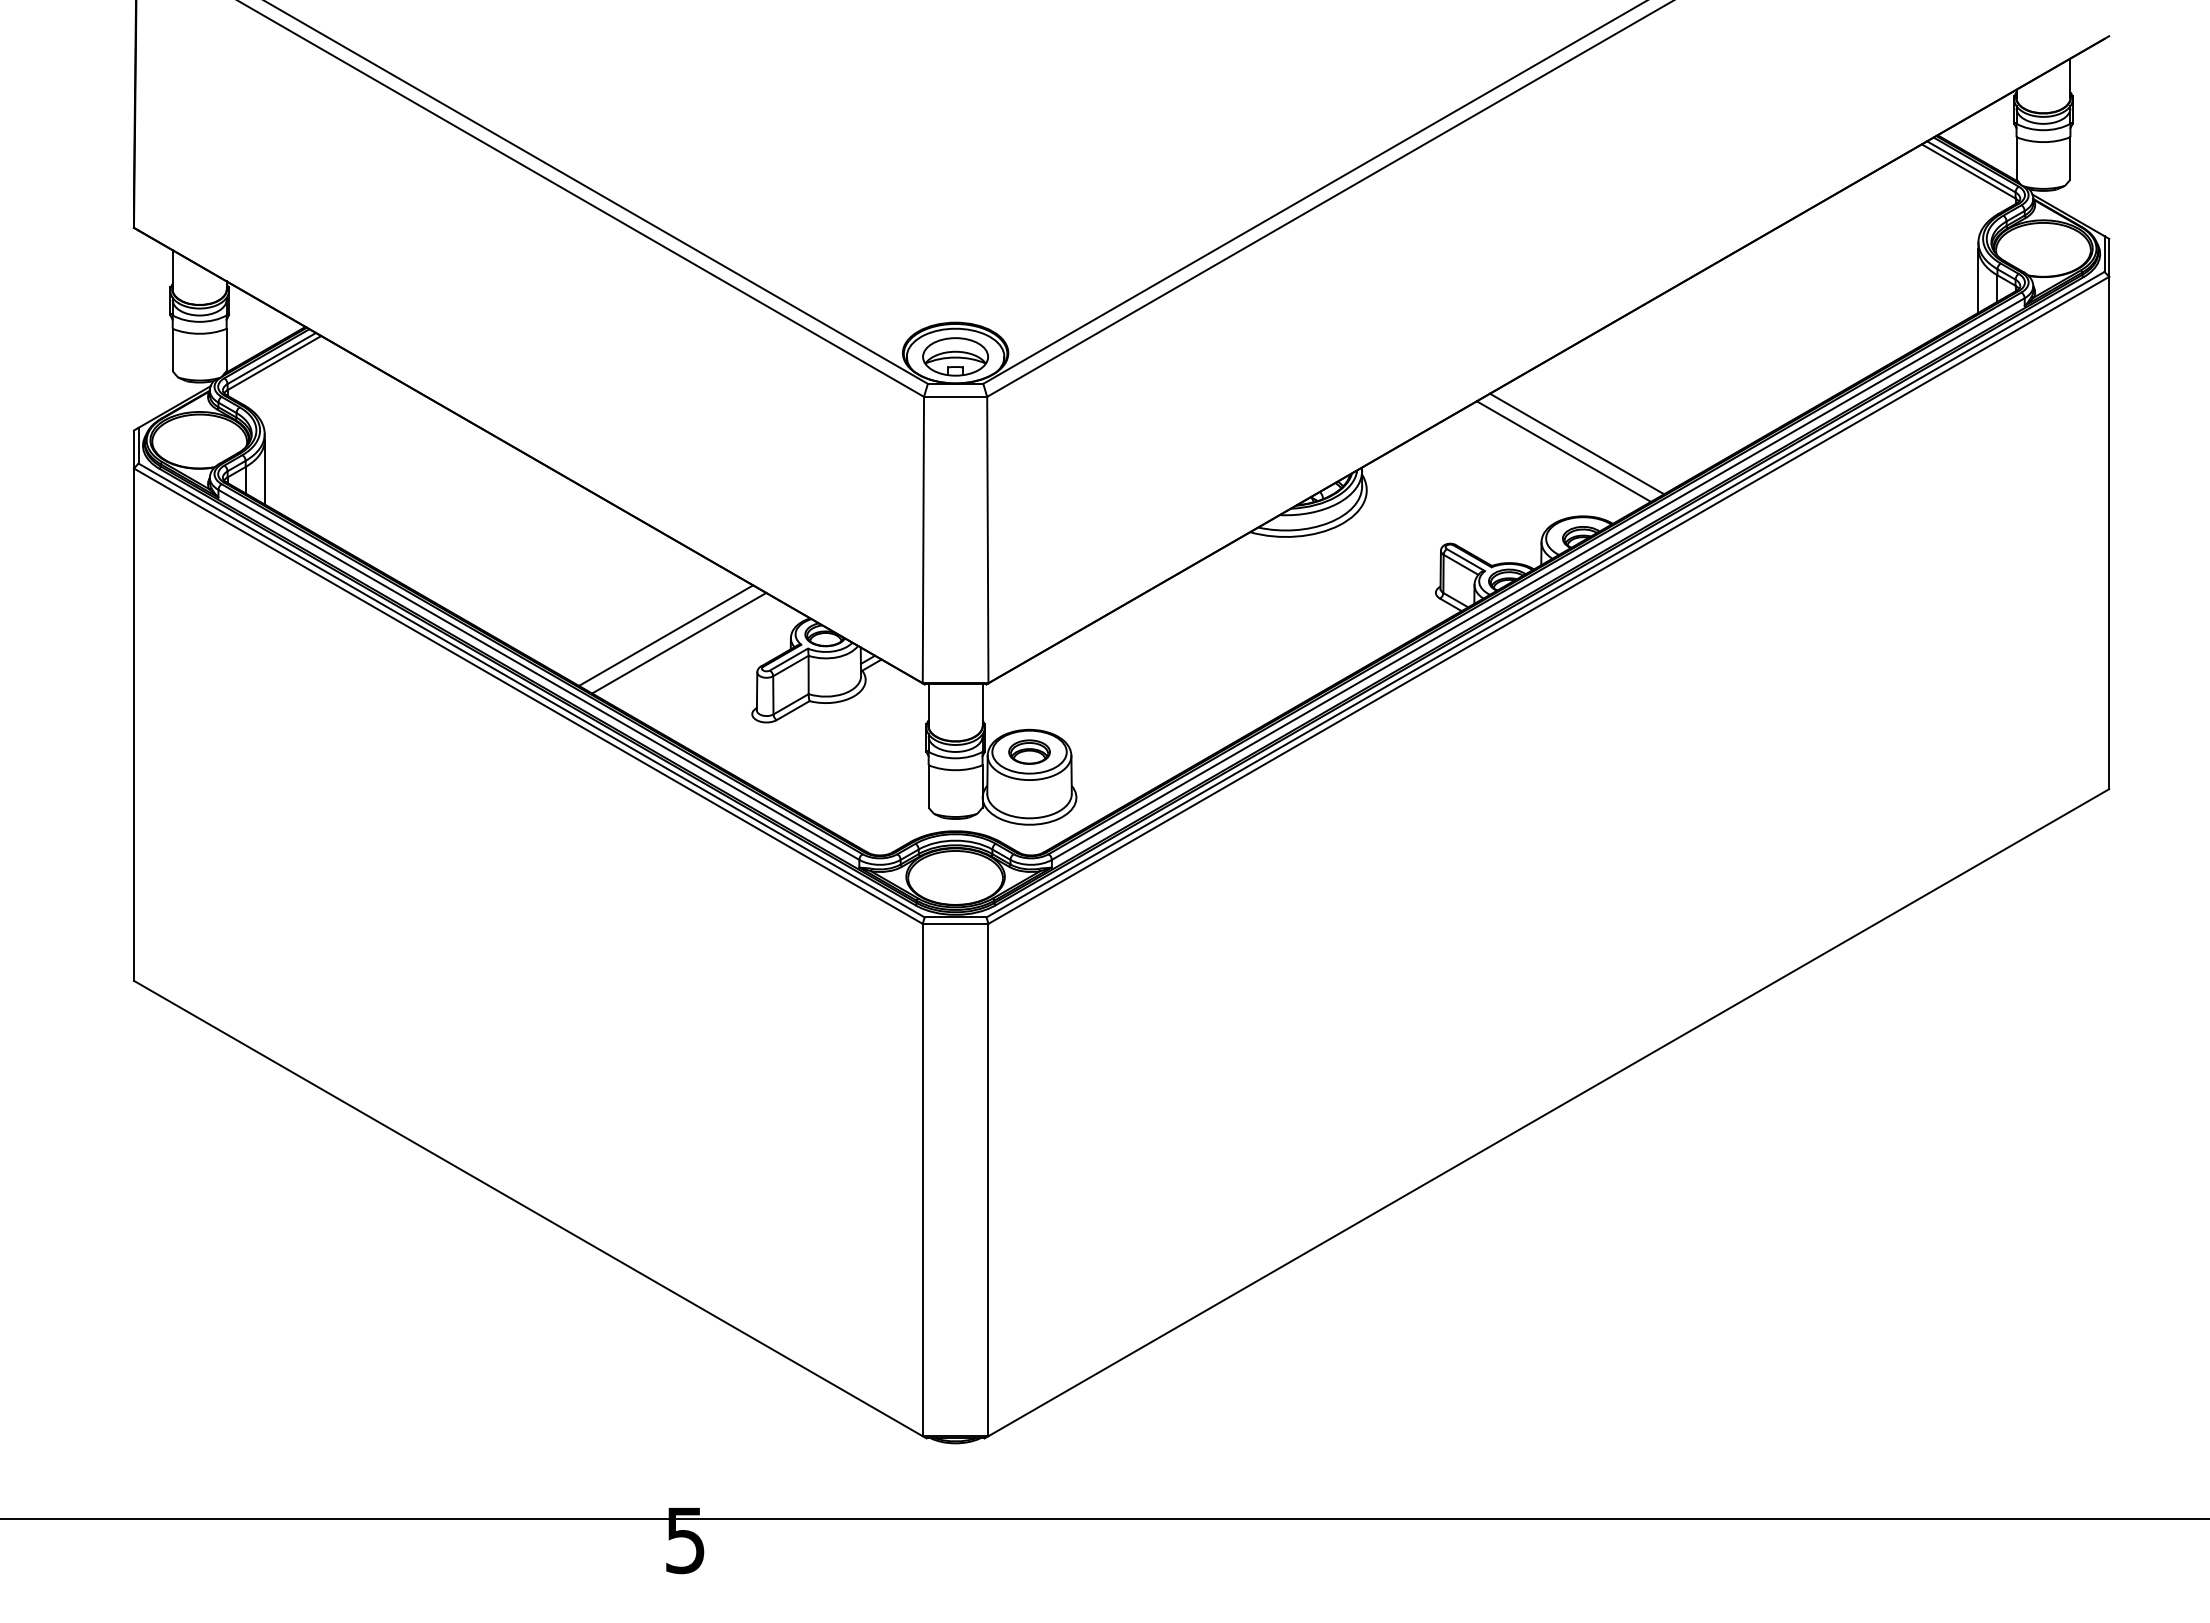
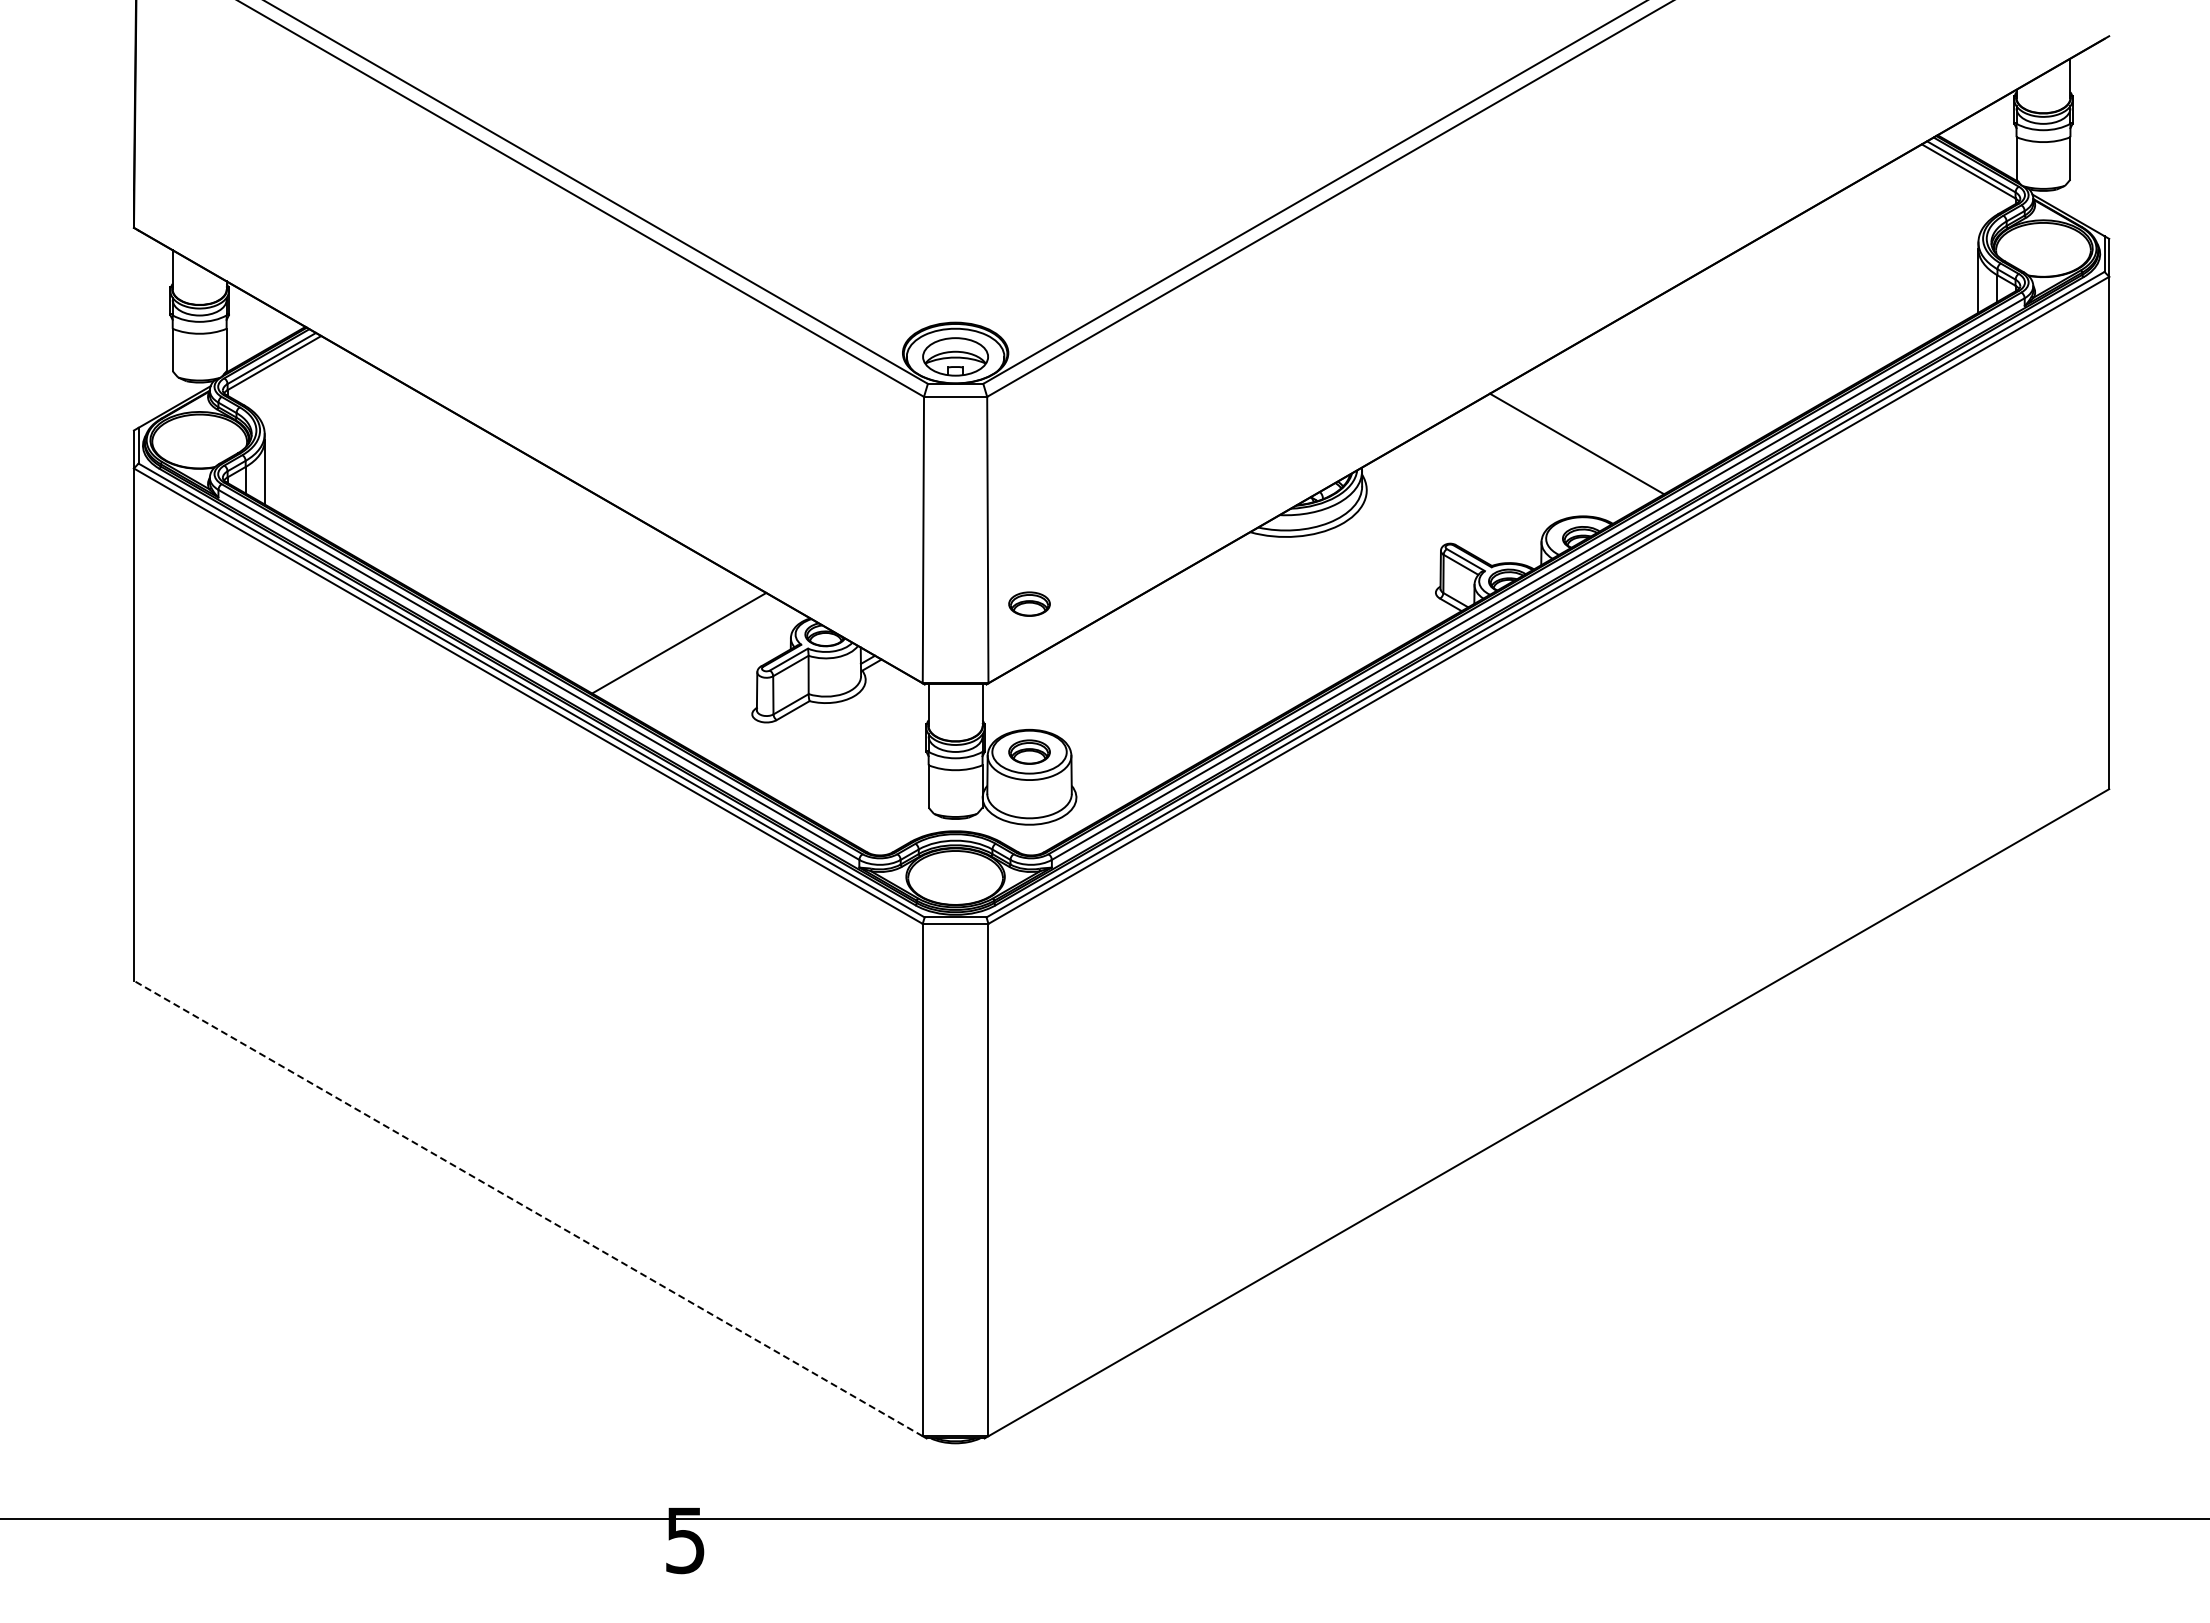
line at (1563, 451): present -> none
part at (1029, 603): none -> present
line at (666, 635): present -> none
line at (527, 1208): solid -> dashed
